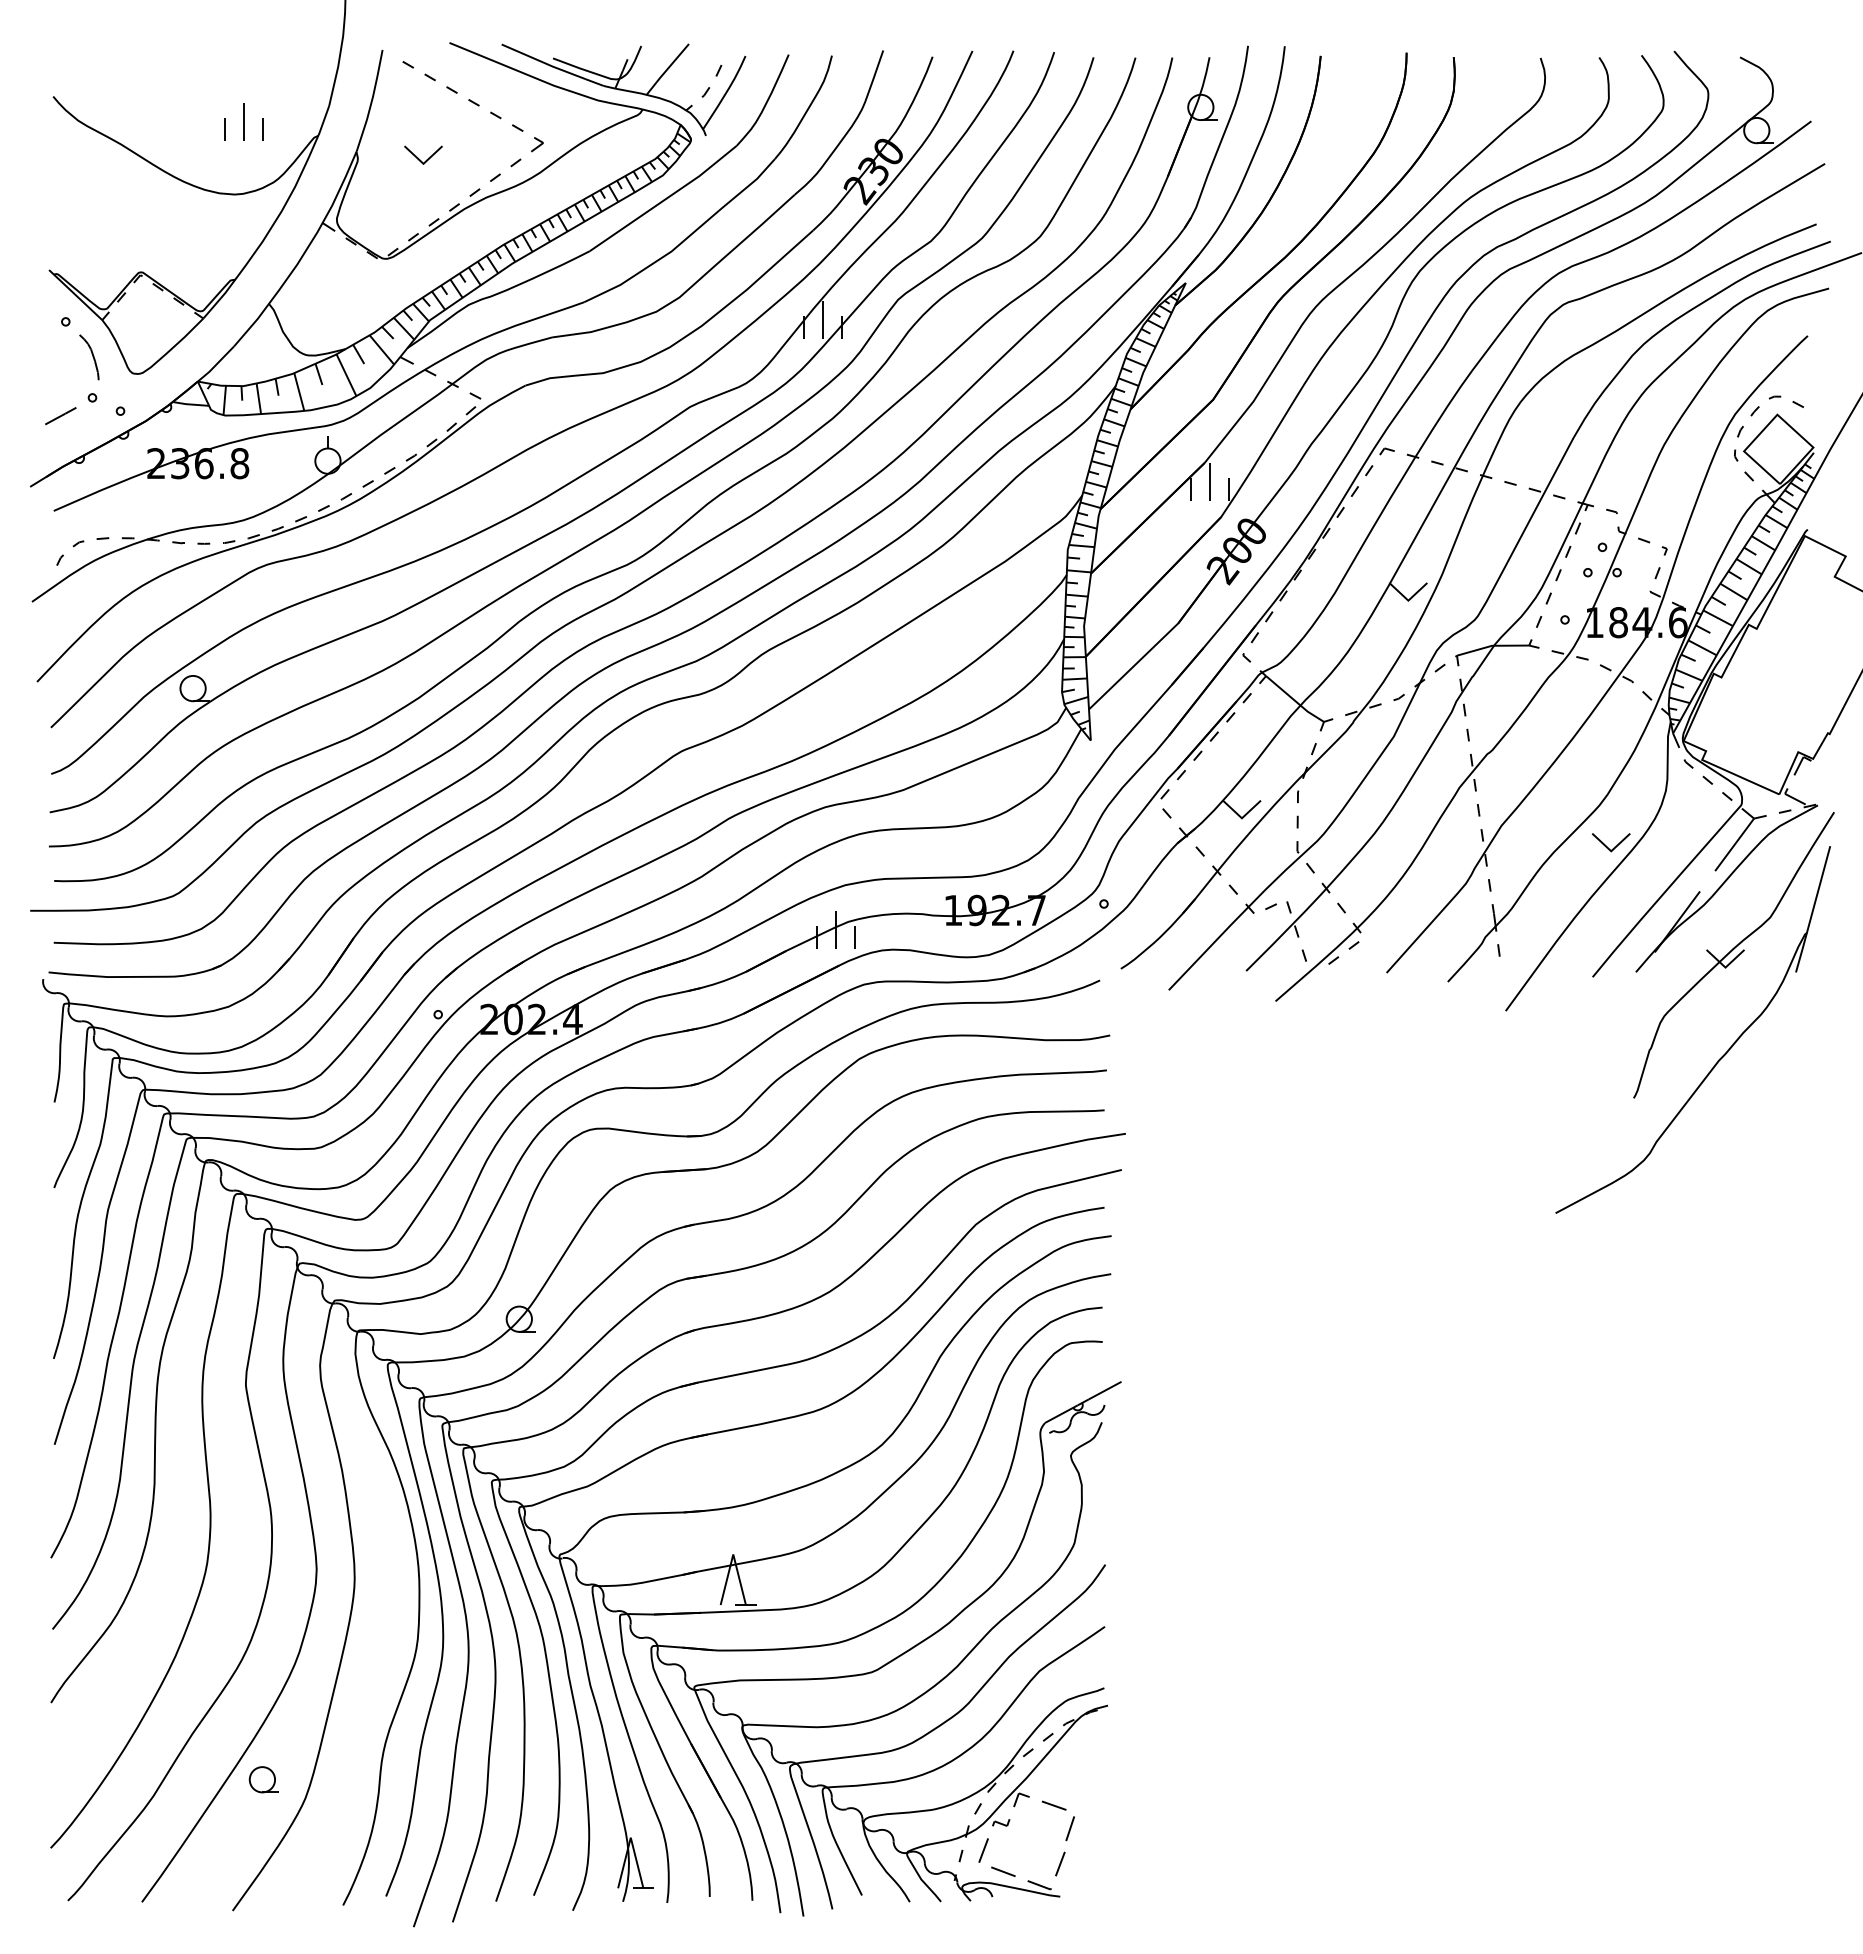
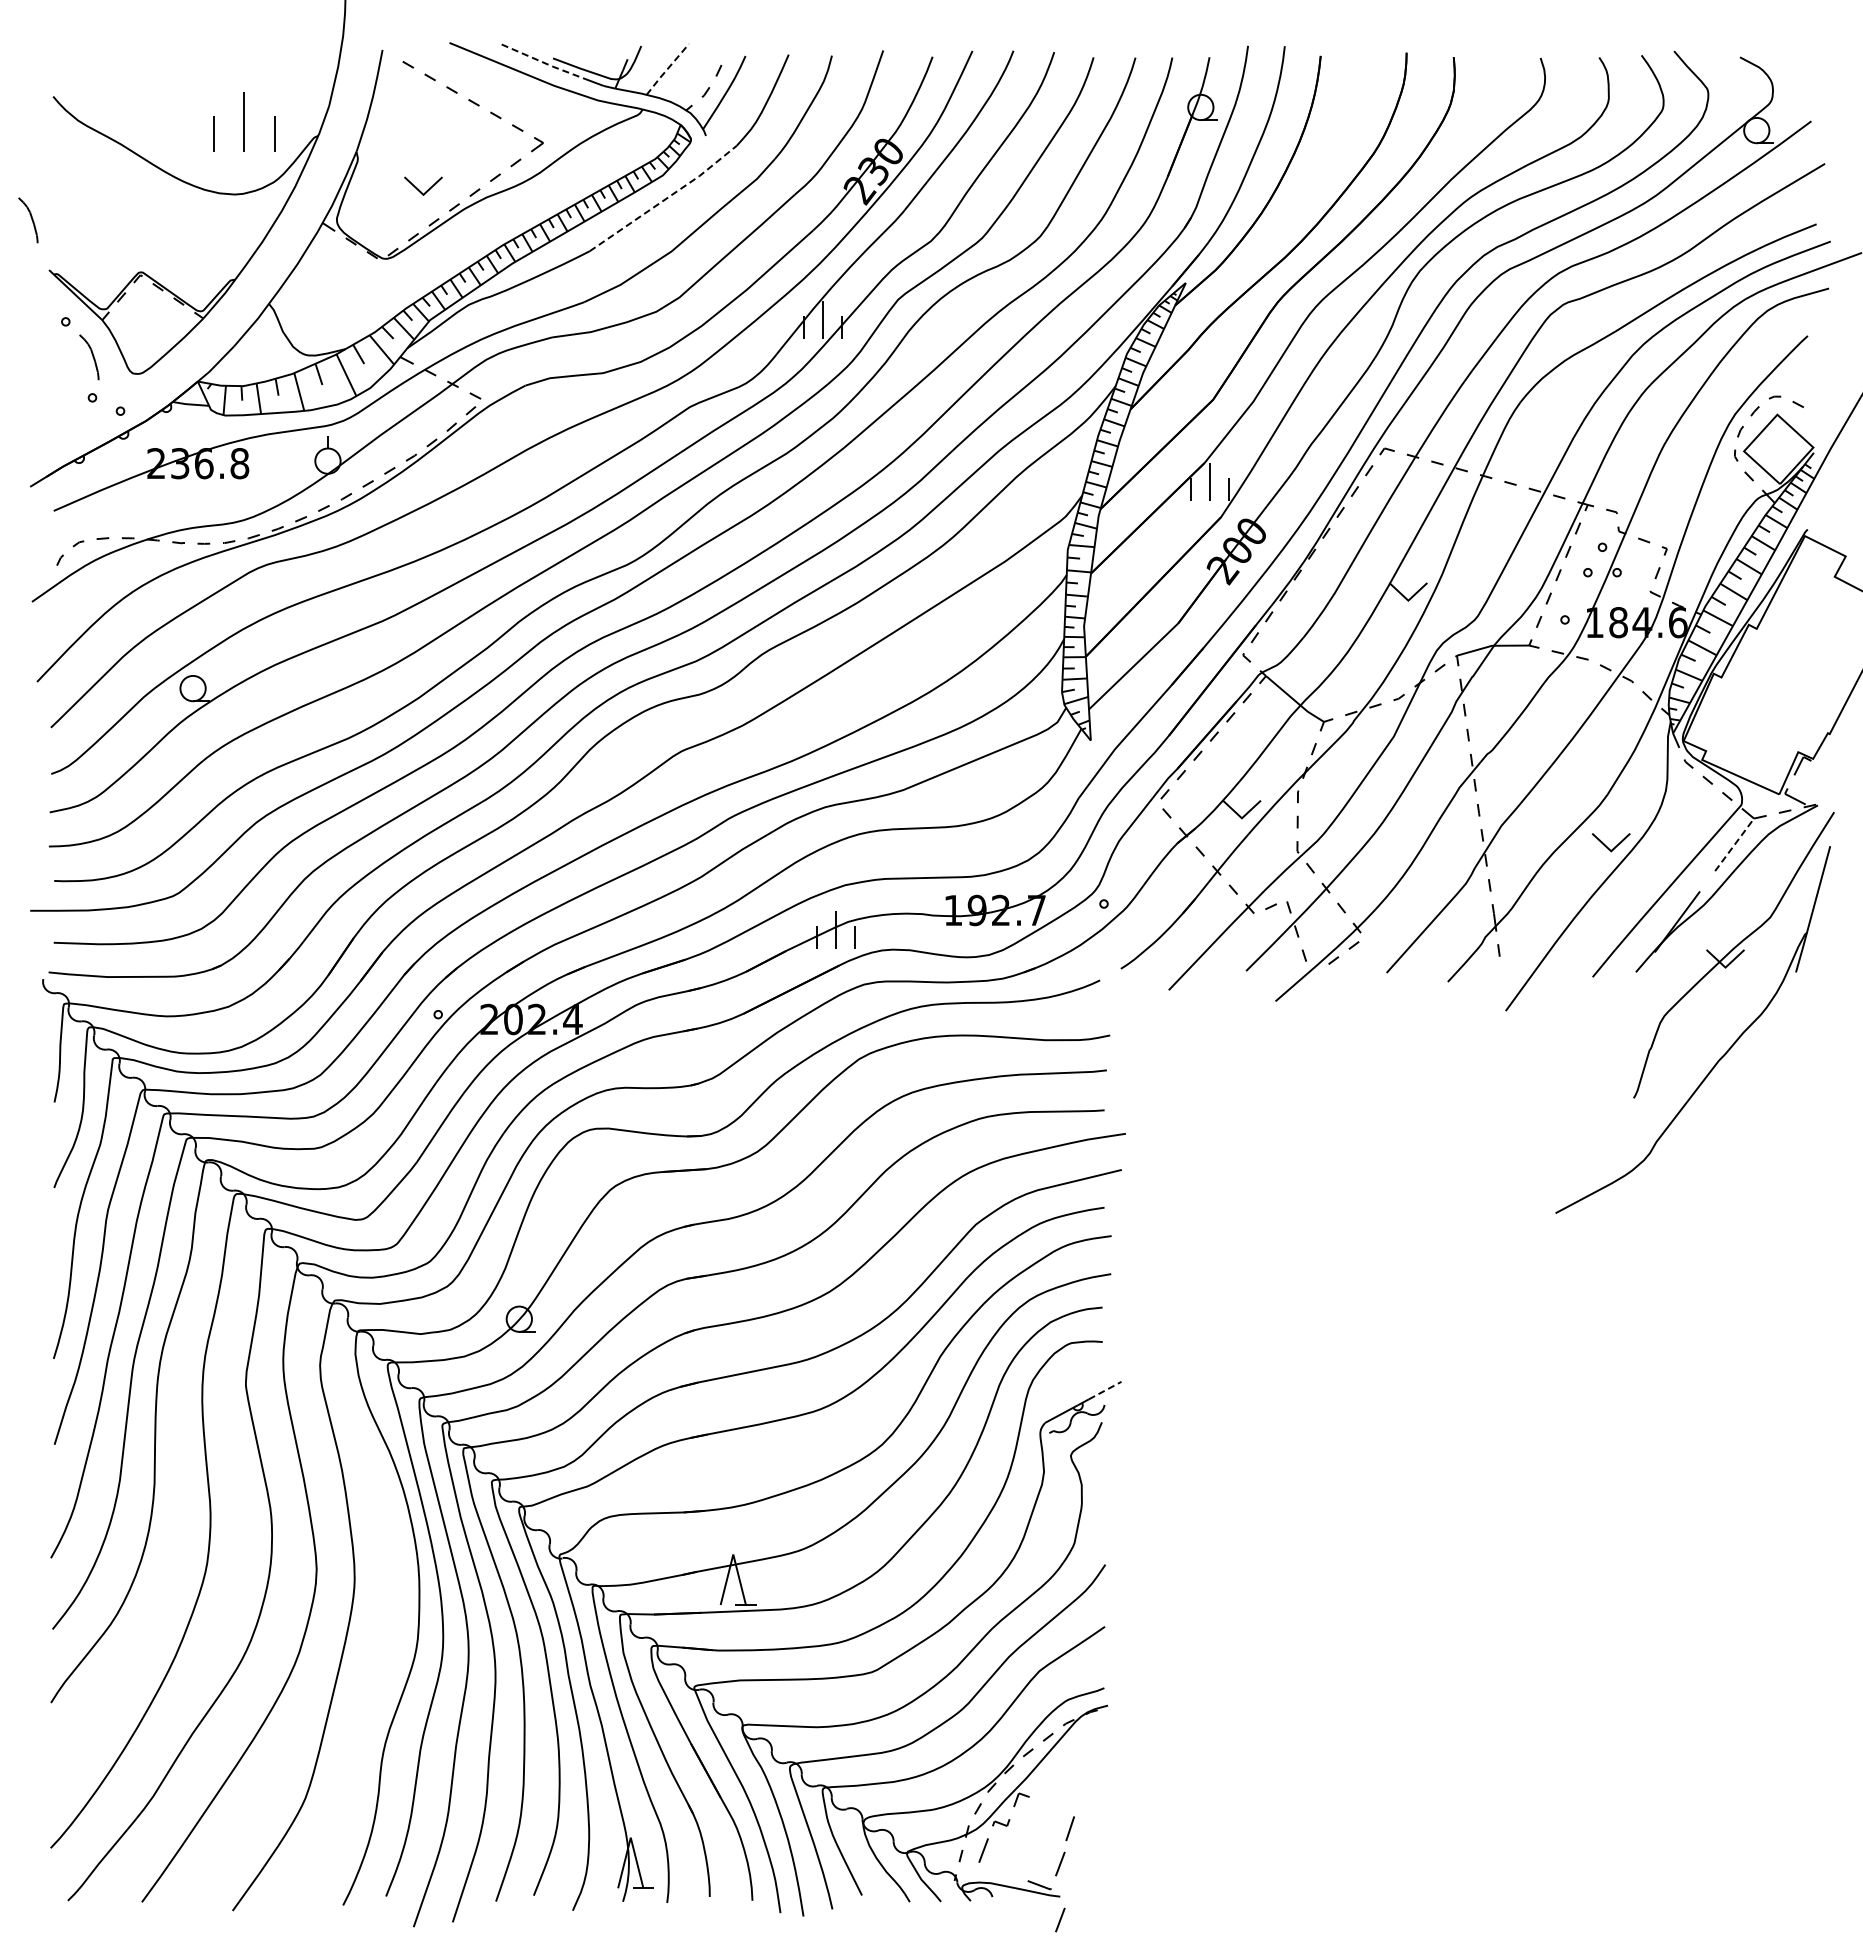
line at (544, 63): solid -> dashed
line at (667, 69): solid -> dashed
part at (243, 121) size: 40x38 px -> 63x60 px
part at (423, 154) position: (423, 154) -> (423, 185)
line at (665, 199): solid -> dashed
part at (28, 220): none -> present
line at (60, 416): present -> none
line at (1734, 844): solid -> dashed
line at (1105, 1390): solid -> dashed
part at (263, 1779): present -> none
line at (1053, 1805): present -> none
line at (1003, 1871): present -> none
line at (1060, 1919): none -> present
